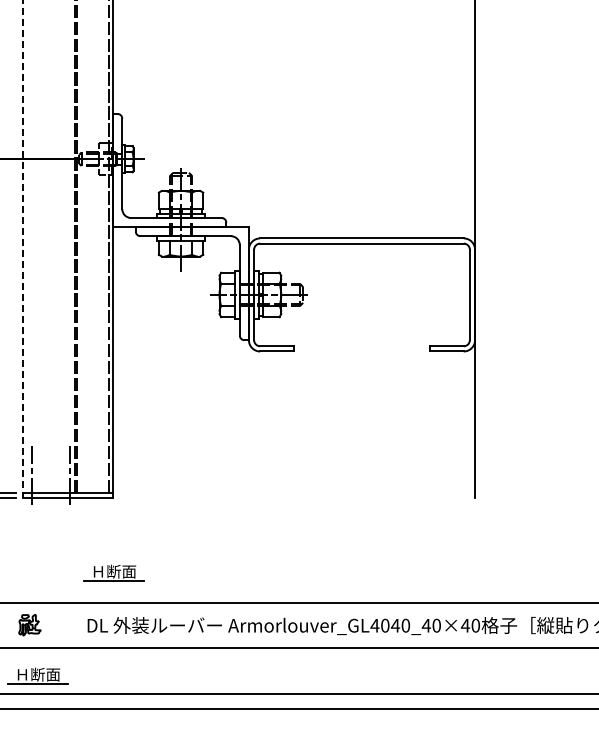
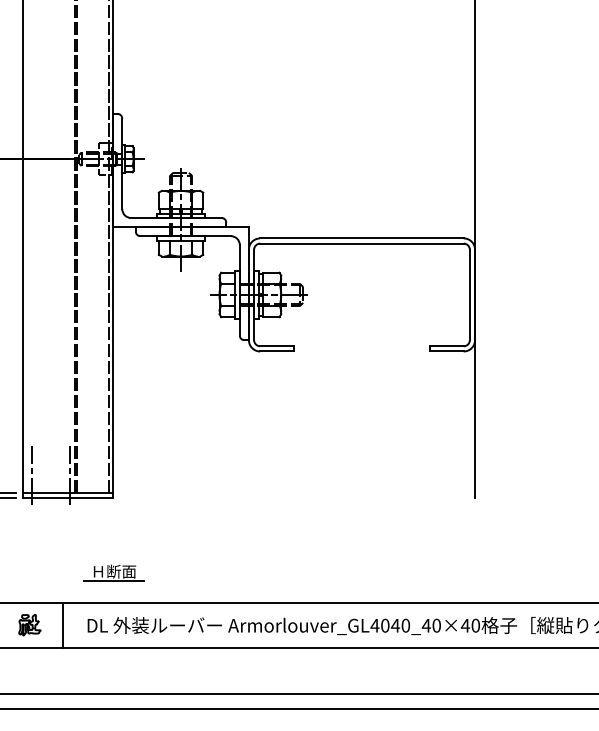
line at (22, 248): dashed -> solid
line at (63, 625): none -> present
part at (37, 675): present -> none
